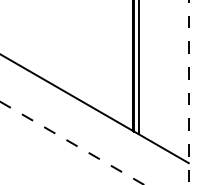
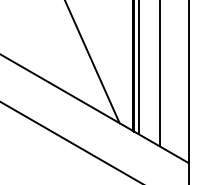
line at (92, 62): none -> present
line at (159, 74): none -> present
line at (188, 92): dashed -> solid
line at (71, 143): dashed -> solid
